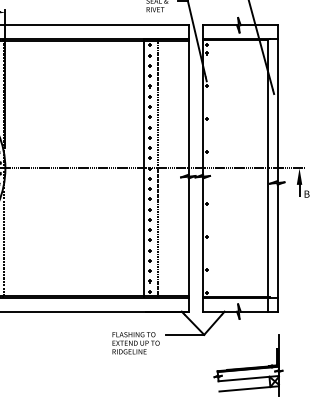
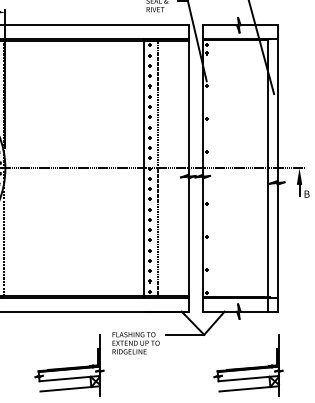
part at (69, 365): none -> present
